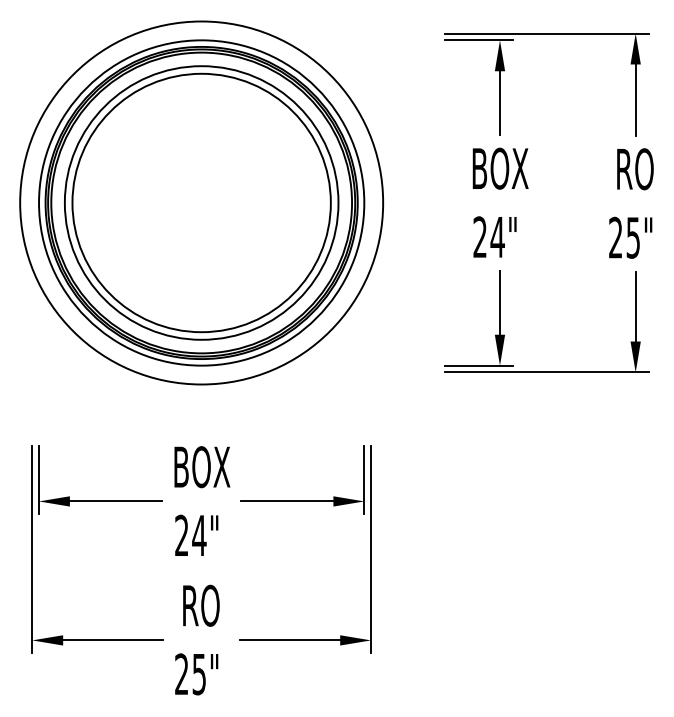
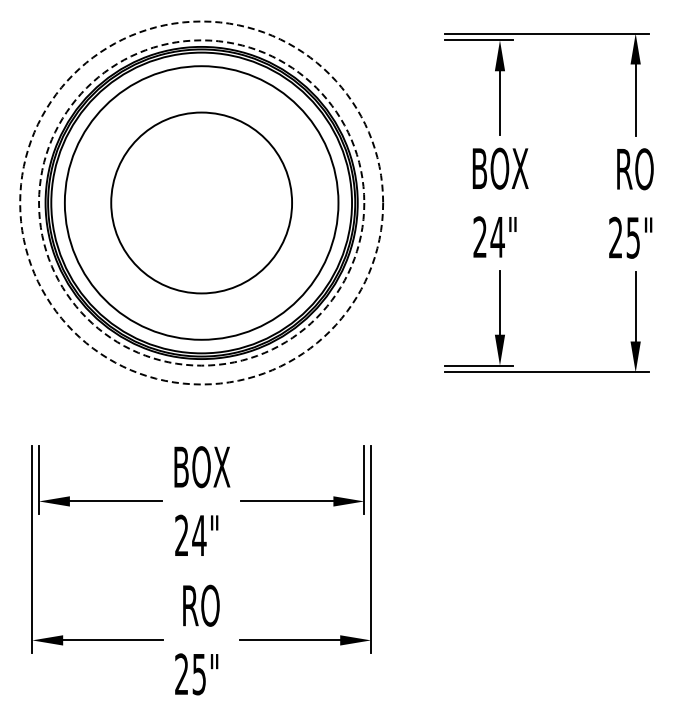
circle at (201, 202) diameter: 258 px -> 181 px
circle at (201, 202): solid -> dashed
circle at (201, 202): solid -> dashed
